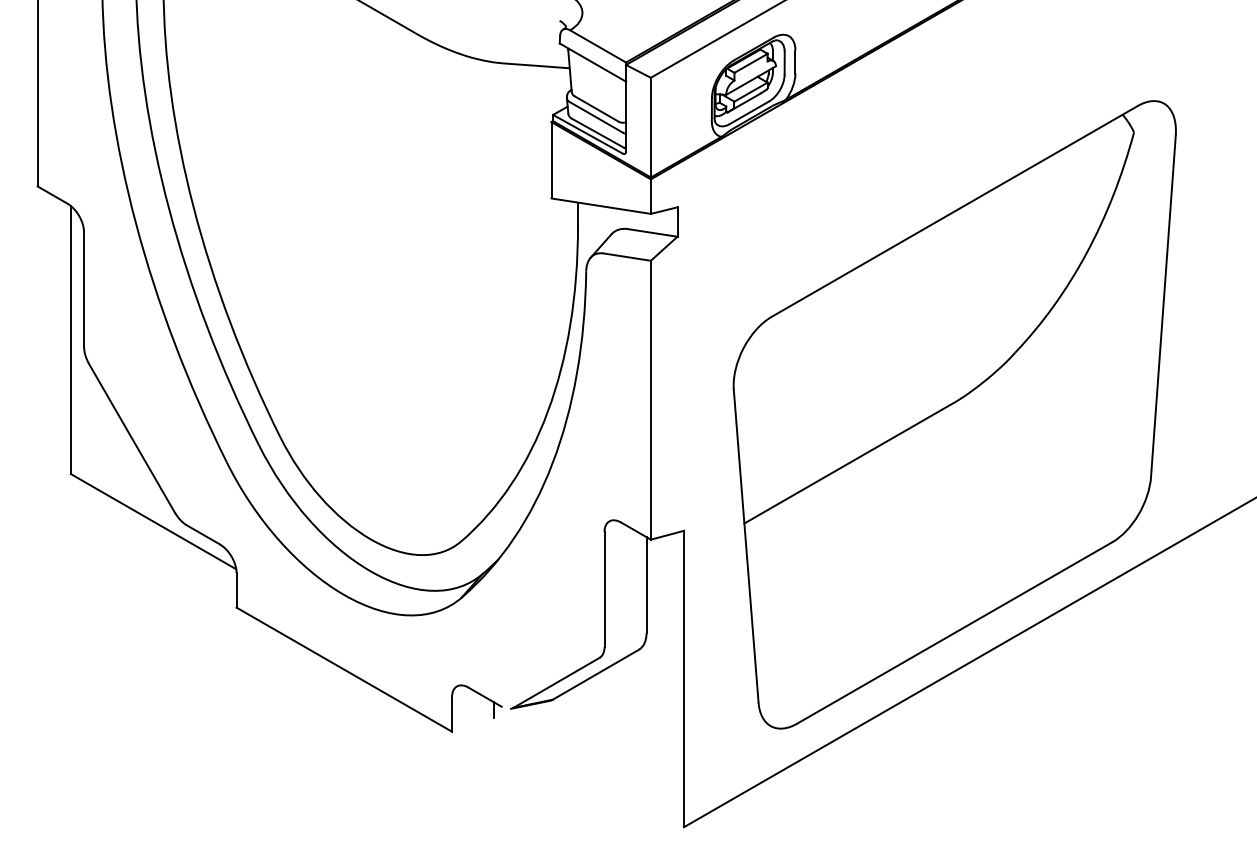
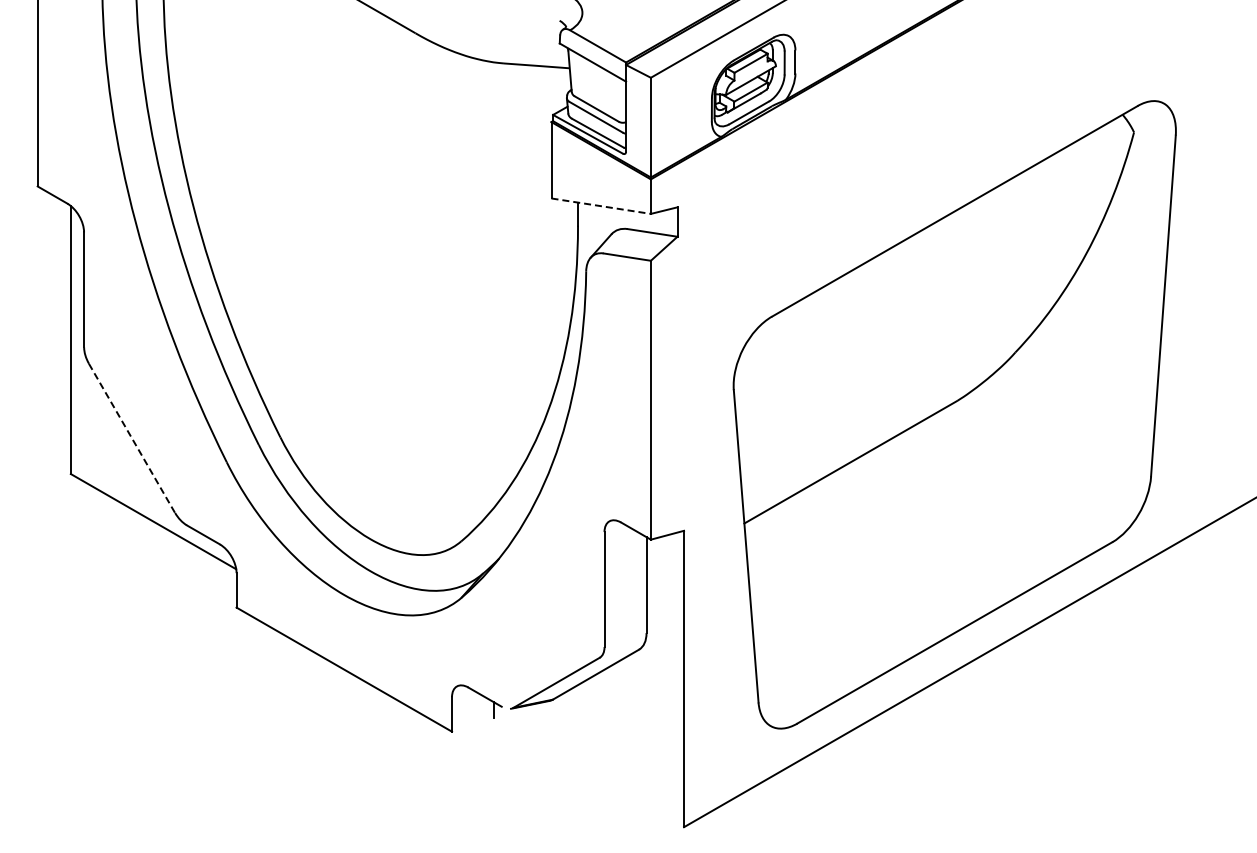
line at (601, 206): solid -> dashed
line at (132, 438): solid -> dashed
